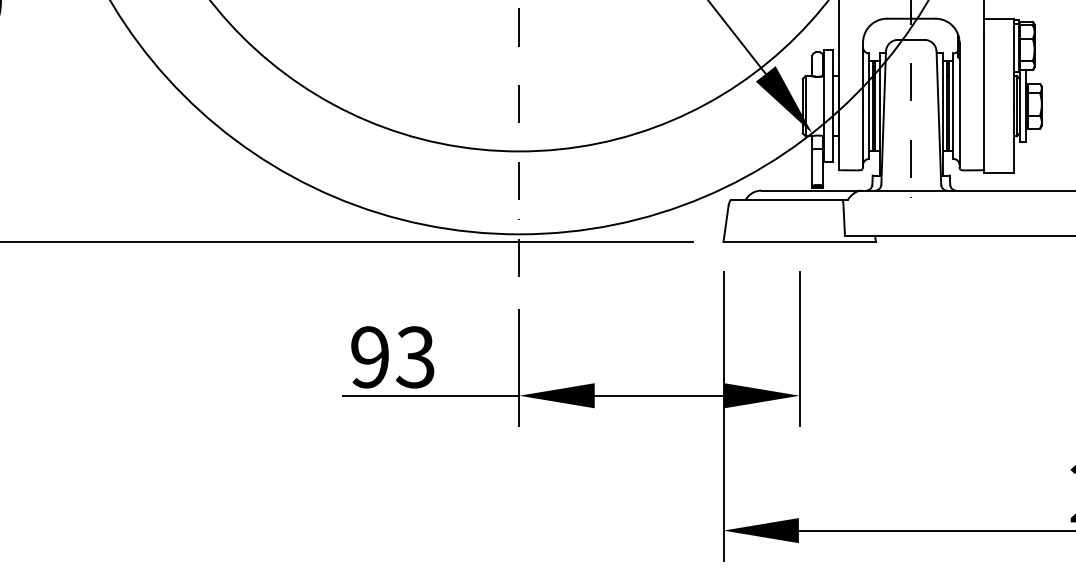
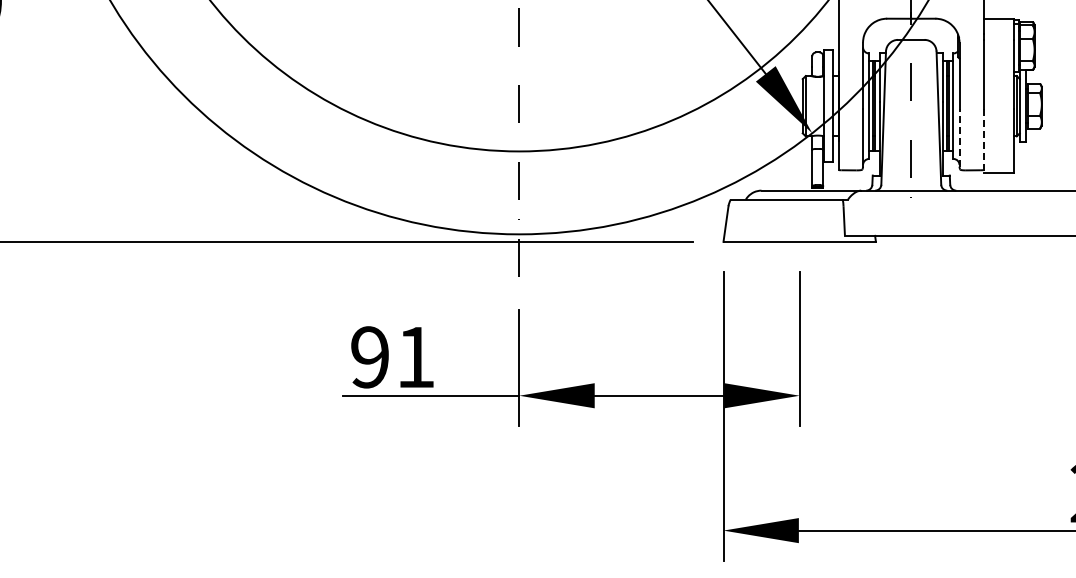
line at (959, 137): solid -> dashed
line at (983, 140): solid -> dashed
text at (414, 357): 93 -> 91
